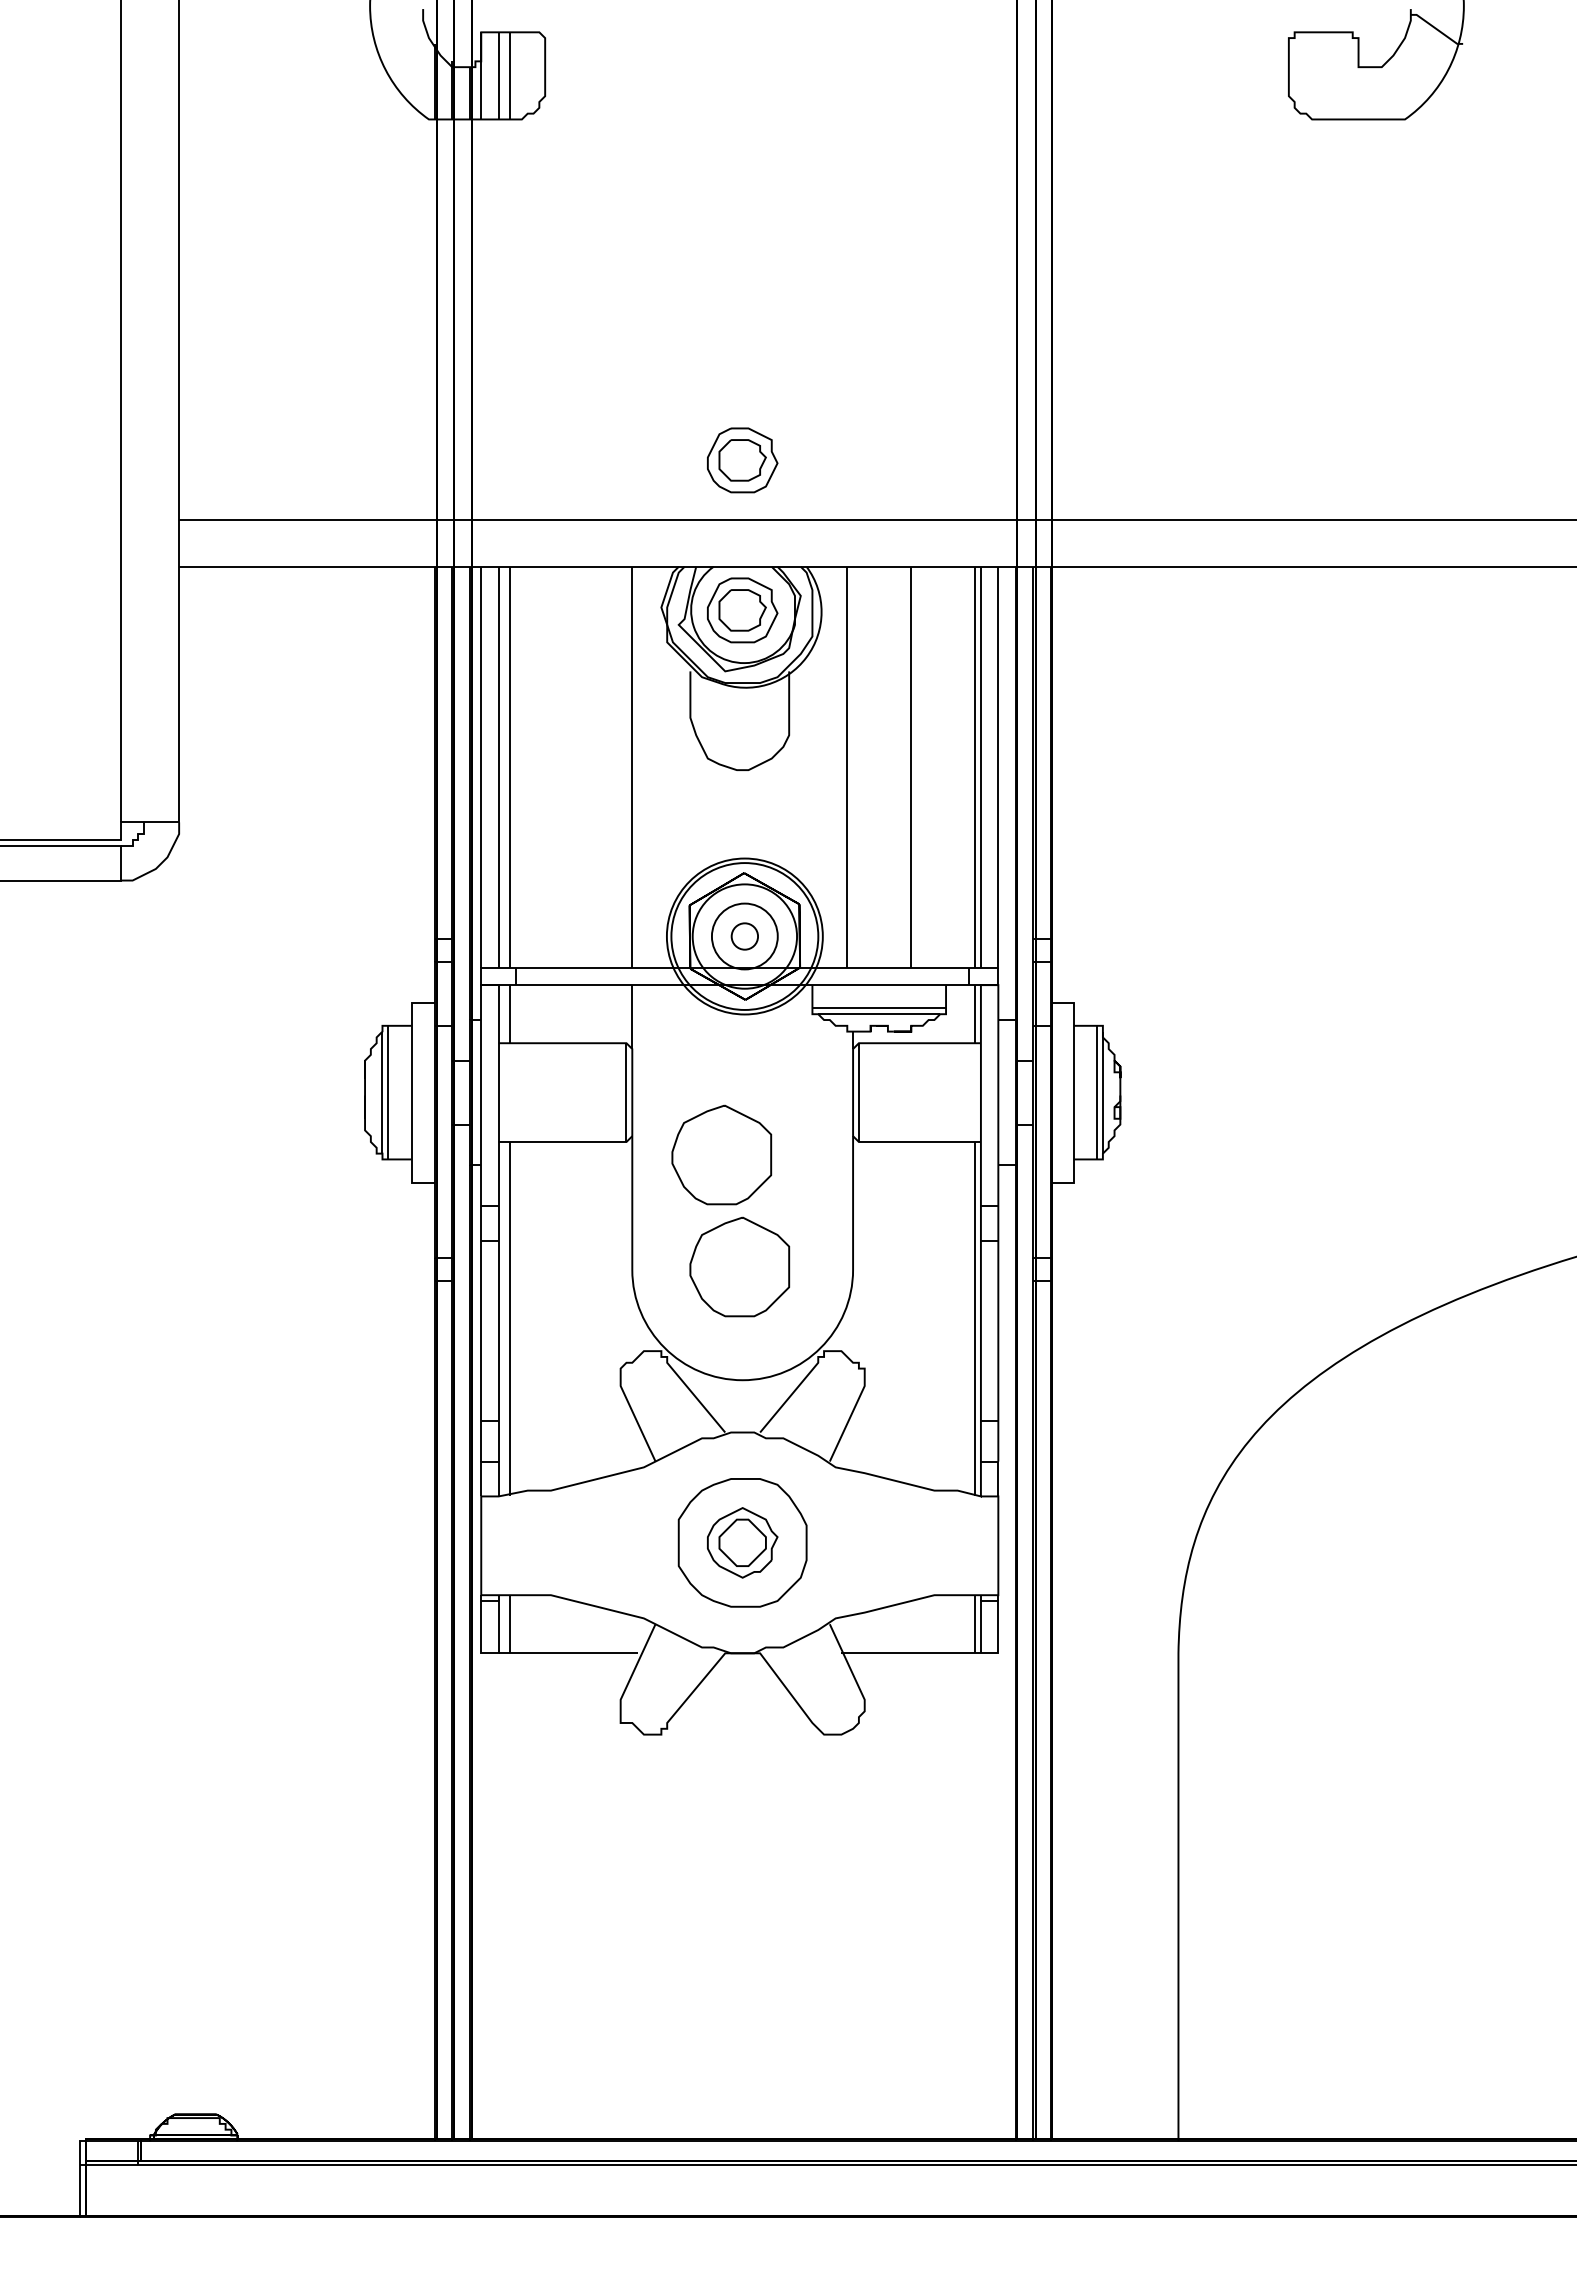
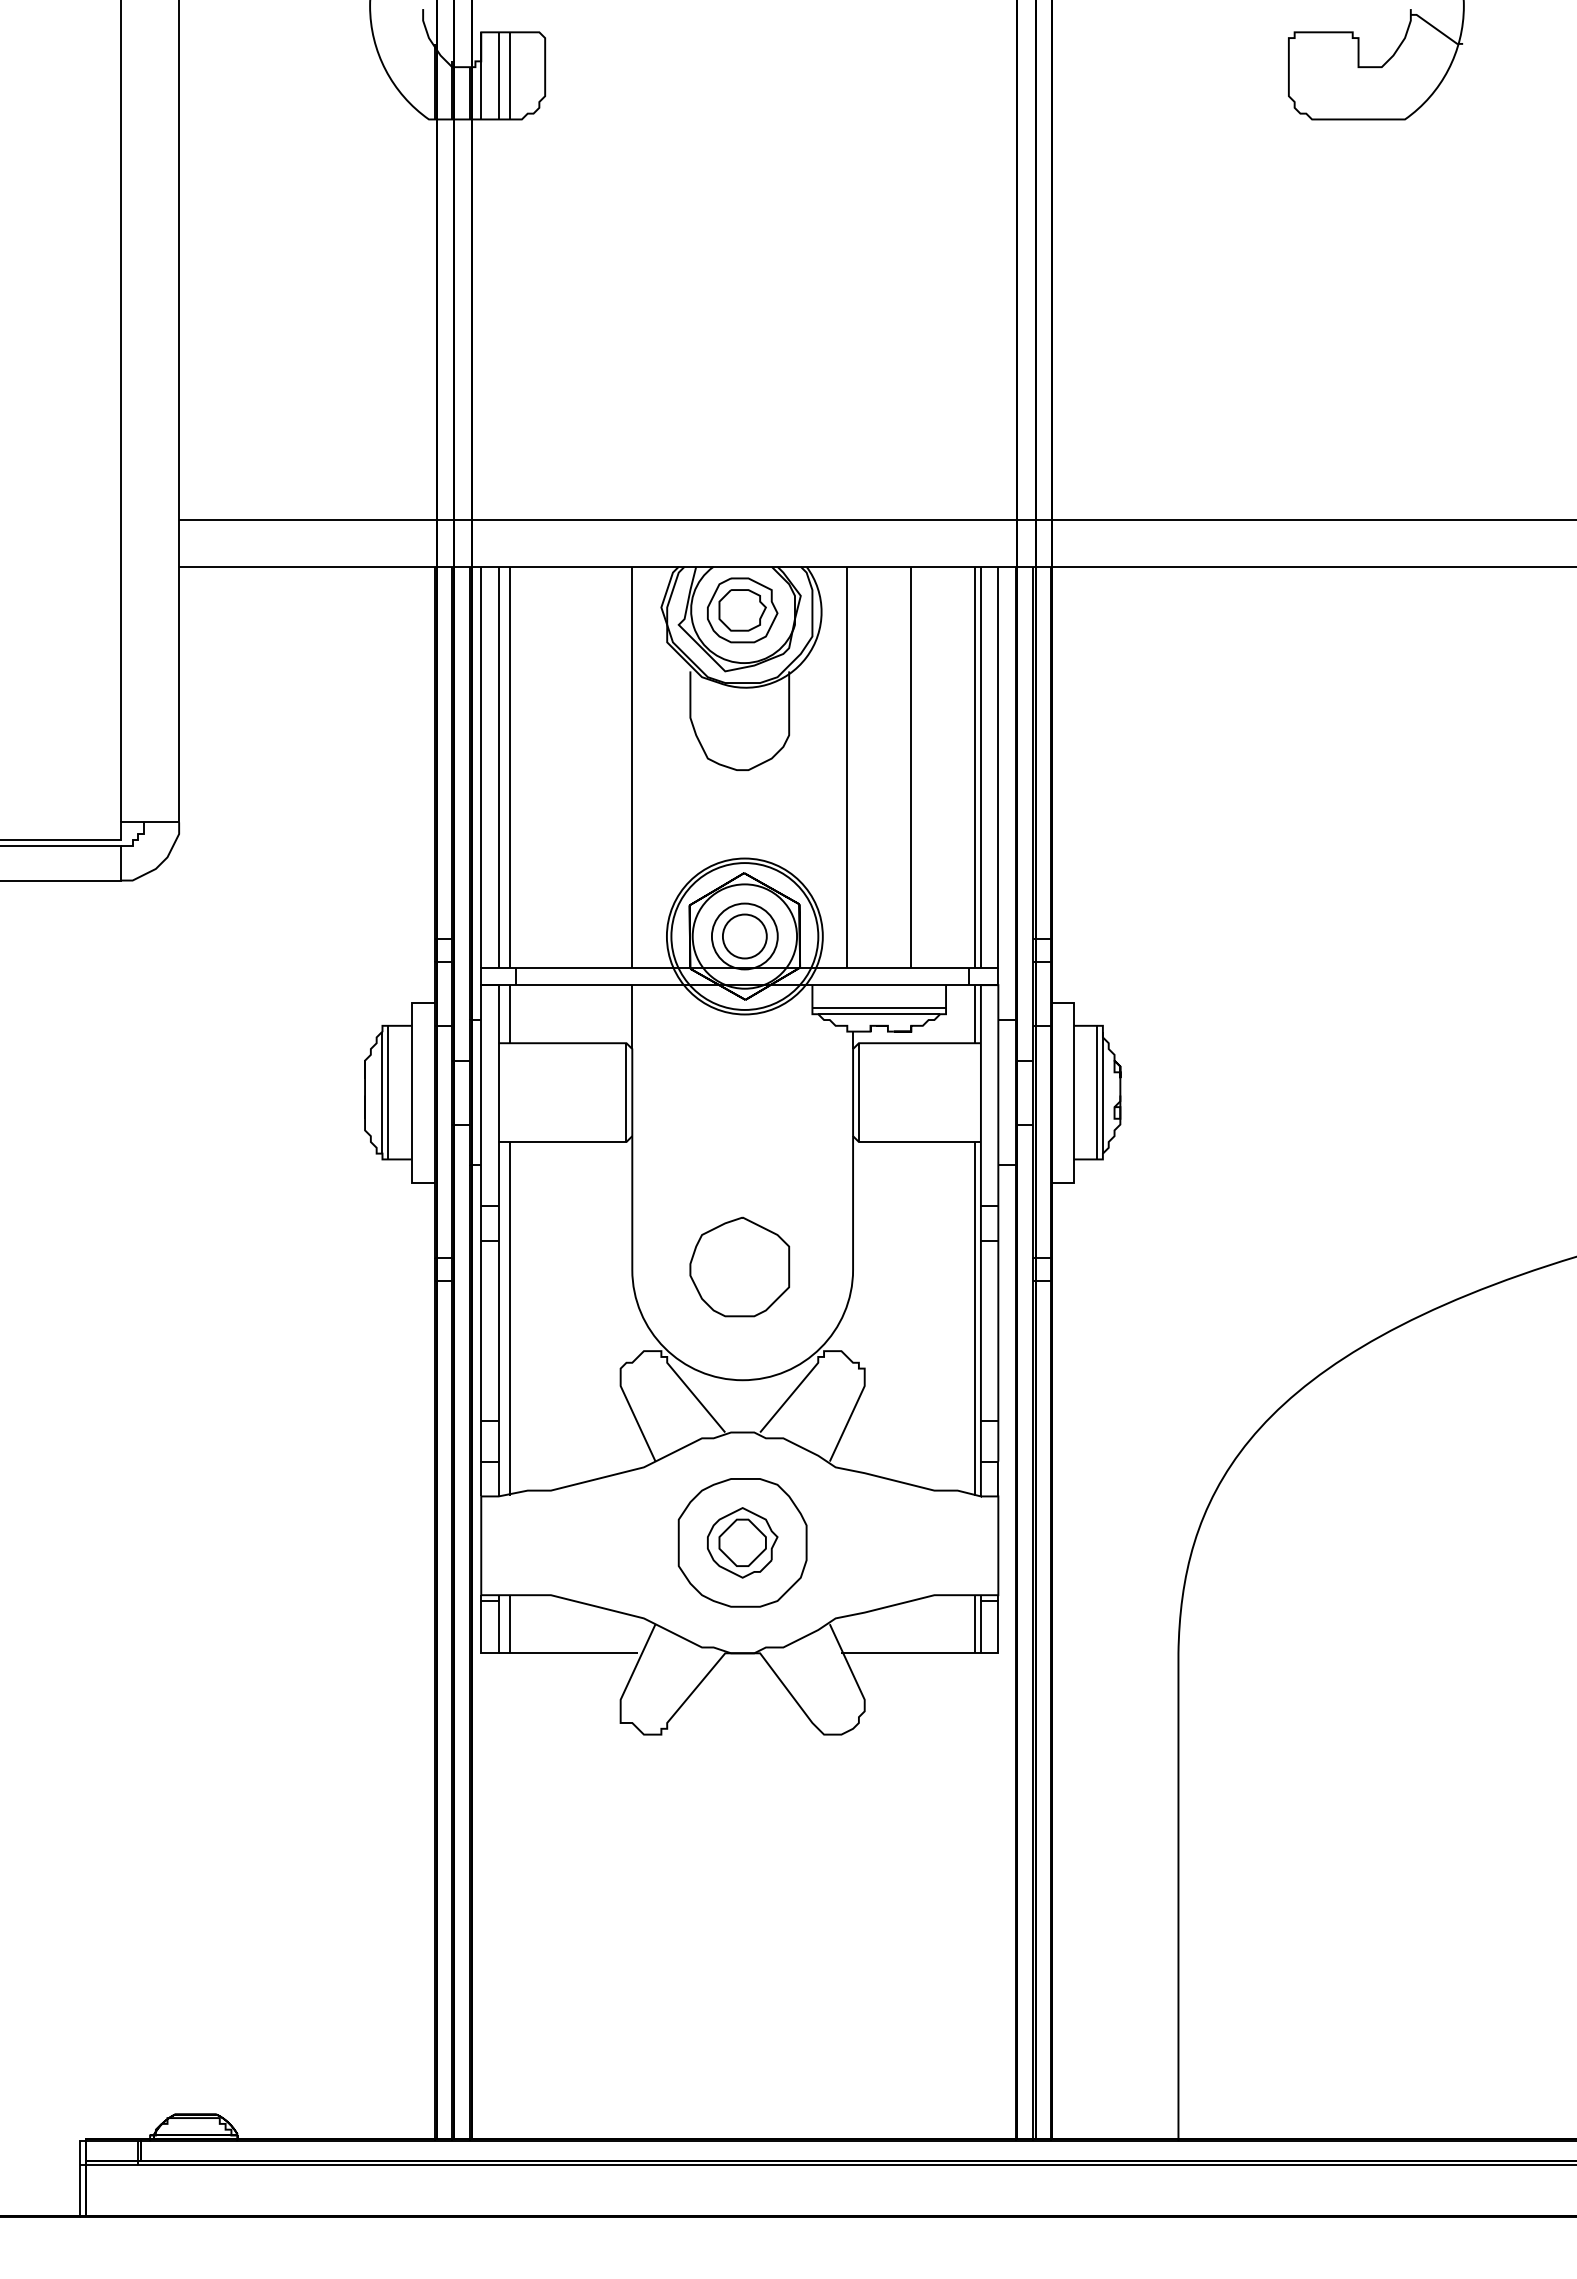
part at (742, 460): present -> none
circle at (744, 936) diameter: 26 px -> 44 px
part at (721, 1154): present -> none
